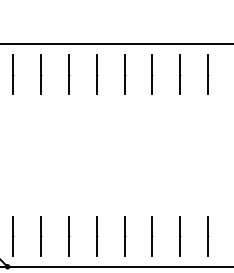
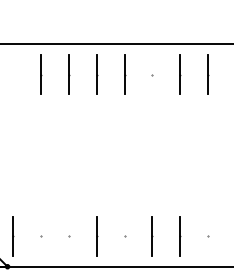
line at (13, 74): present -> none
line at (152, 74): present -> none
line at (41, 235): present -> none
line at (68, 235): present -> none
line at (124, 235): present -> none
line at (208, 235): present -> none
